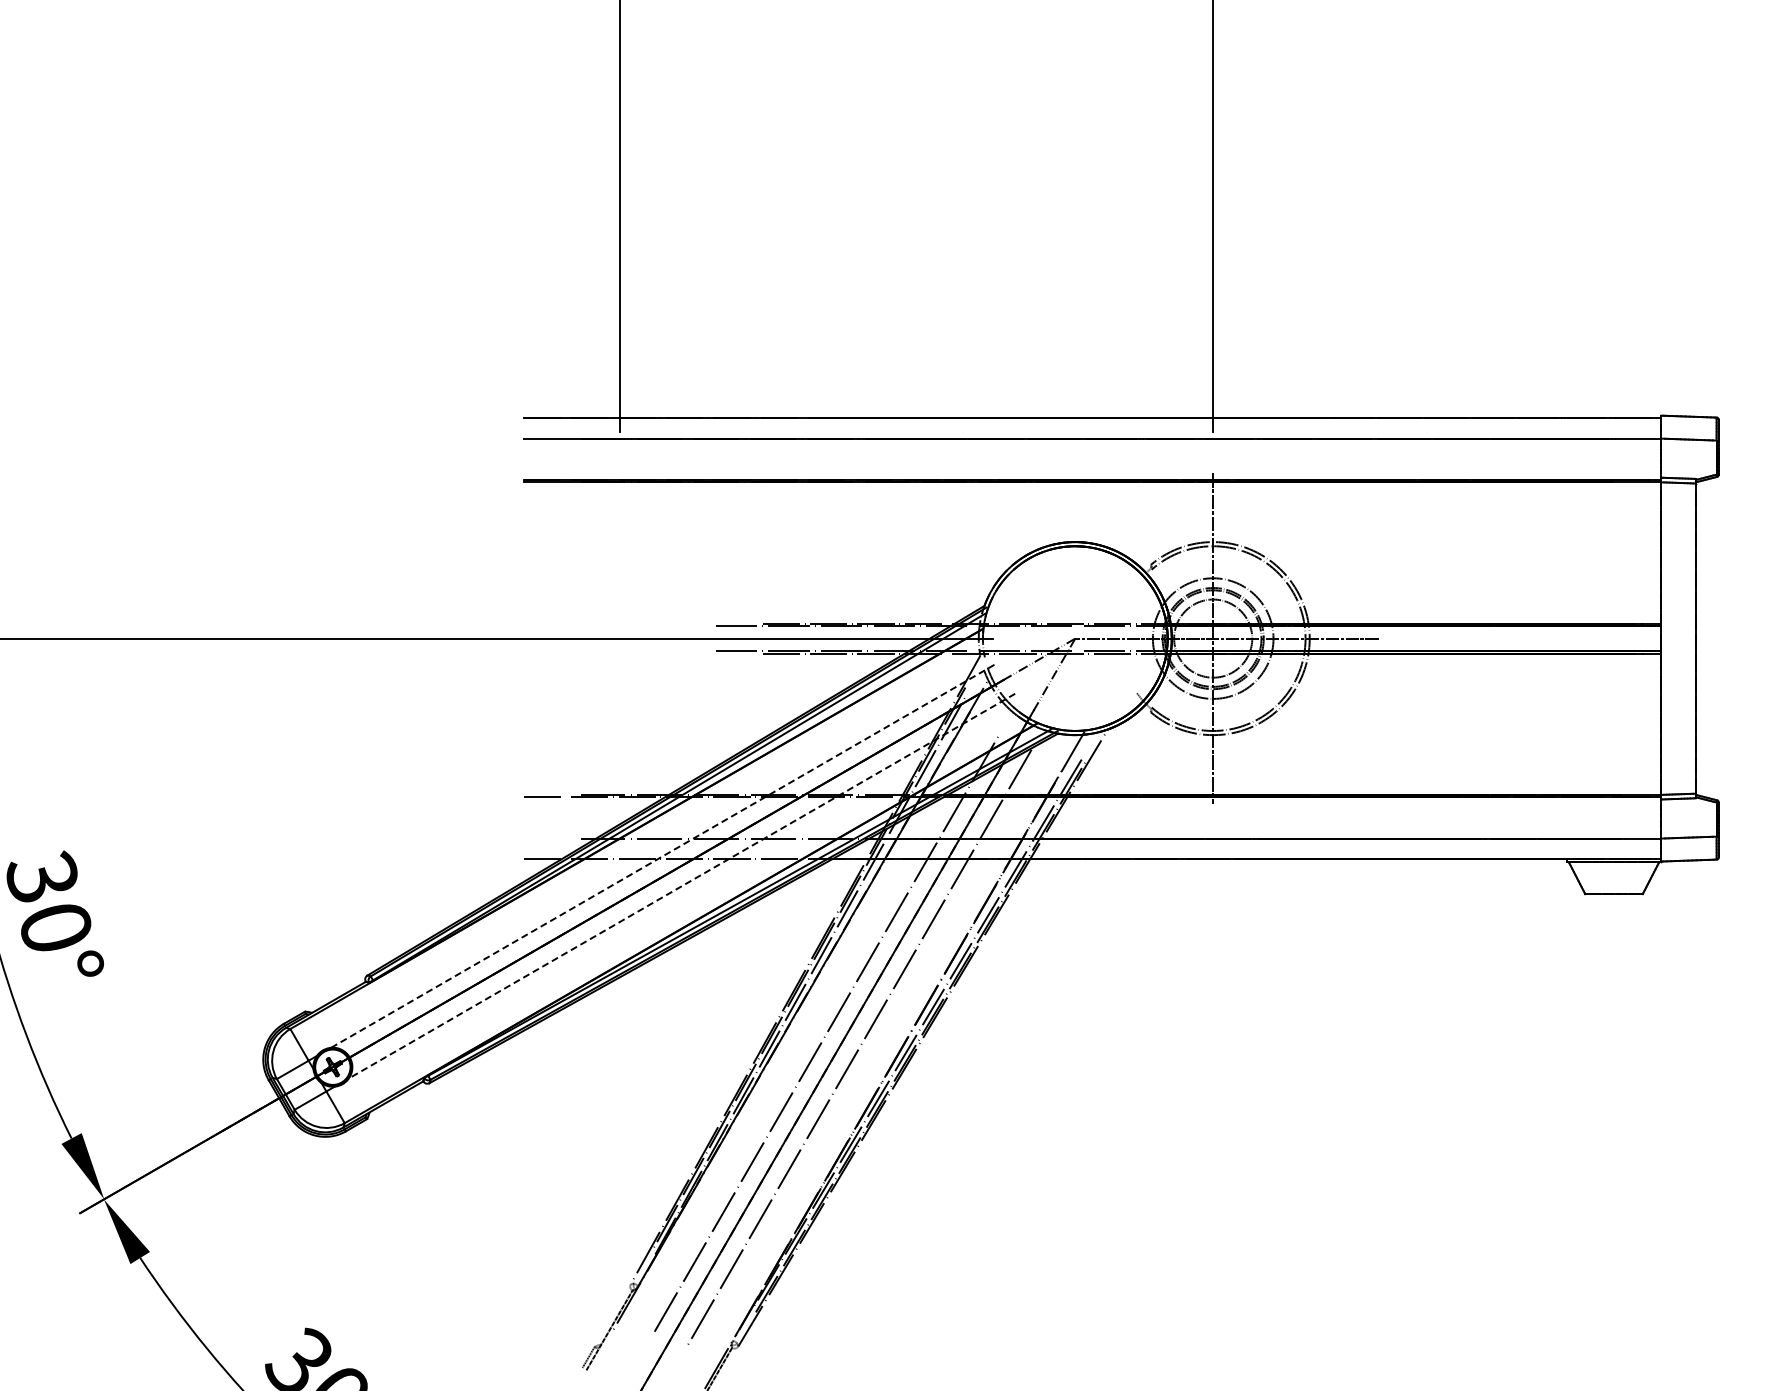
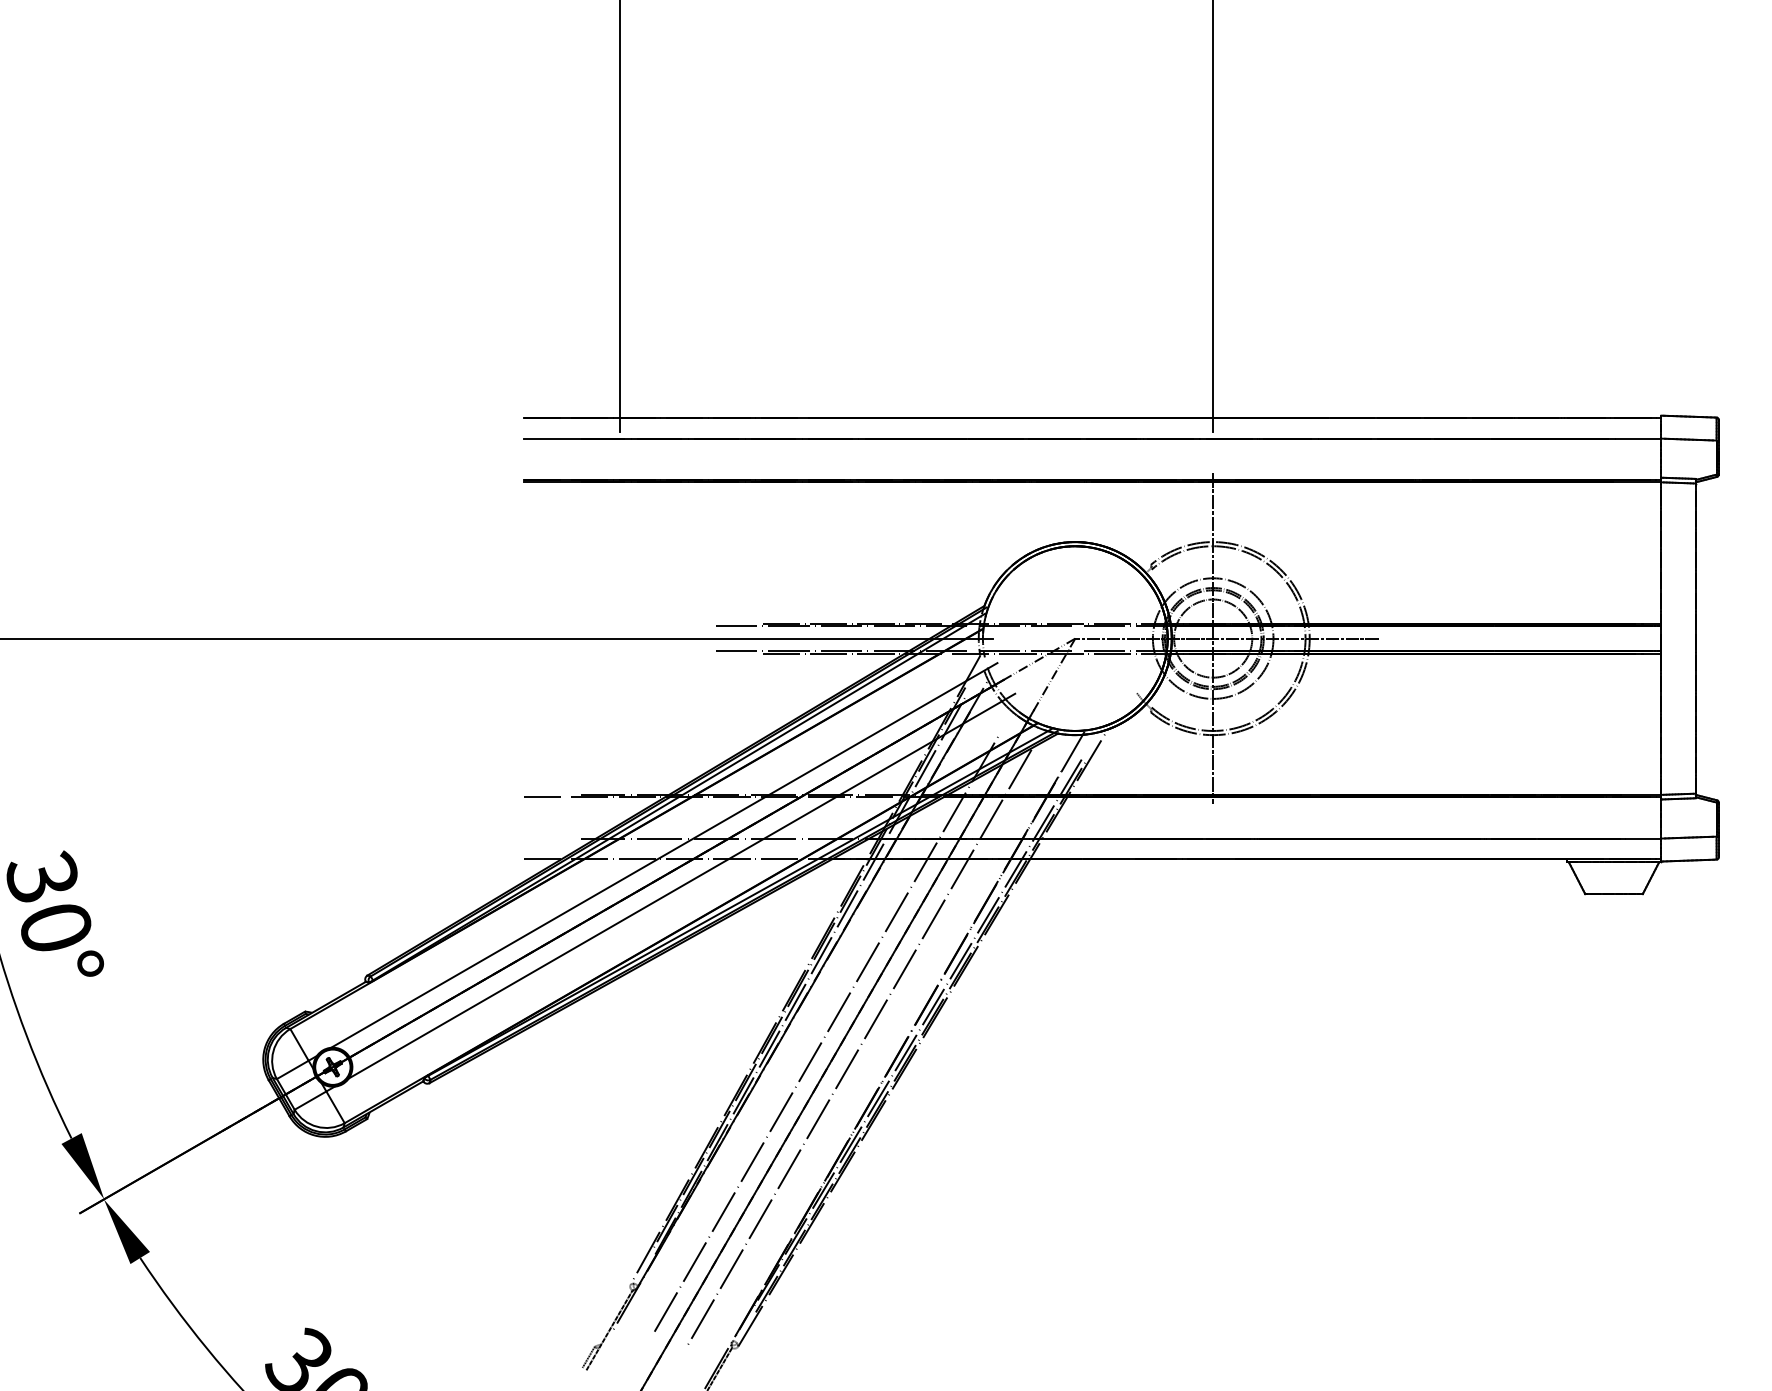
line at (664, 855): dashed -> solid
line at (682, 886): dashed -> solid
